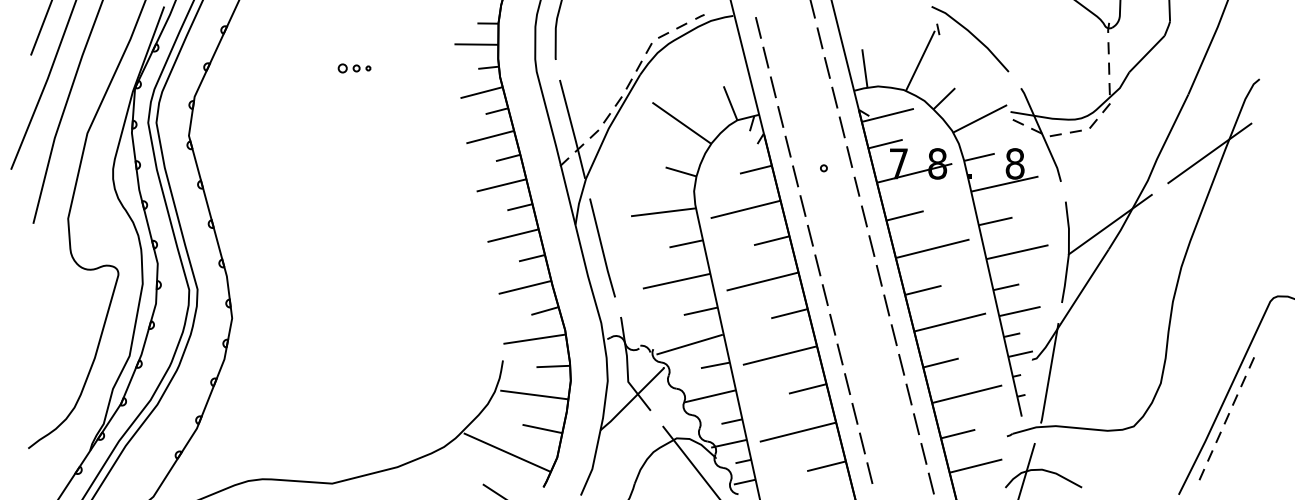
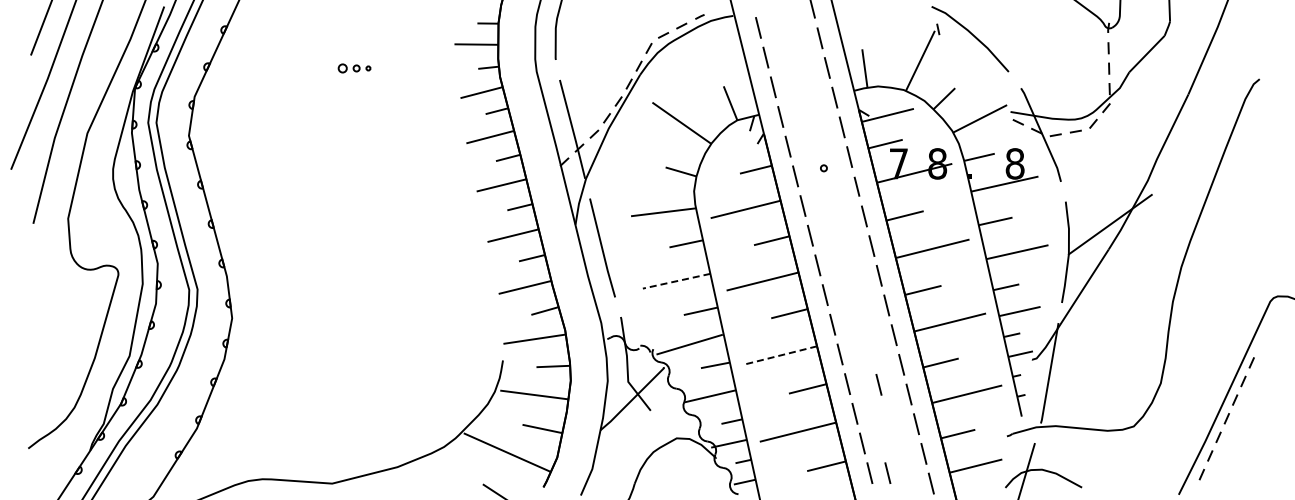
line at (1209, 153): present -> none
line at (676, 281): solid -> dashed
line at (779, 355): solid -> dashed
line at (878, 384): none -> present
line at (690, 461): present -> none
line at (887, 472): none -> present
